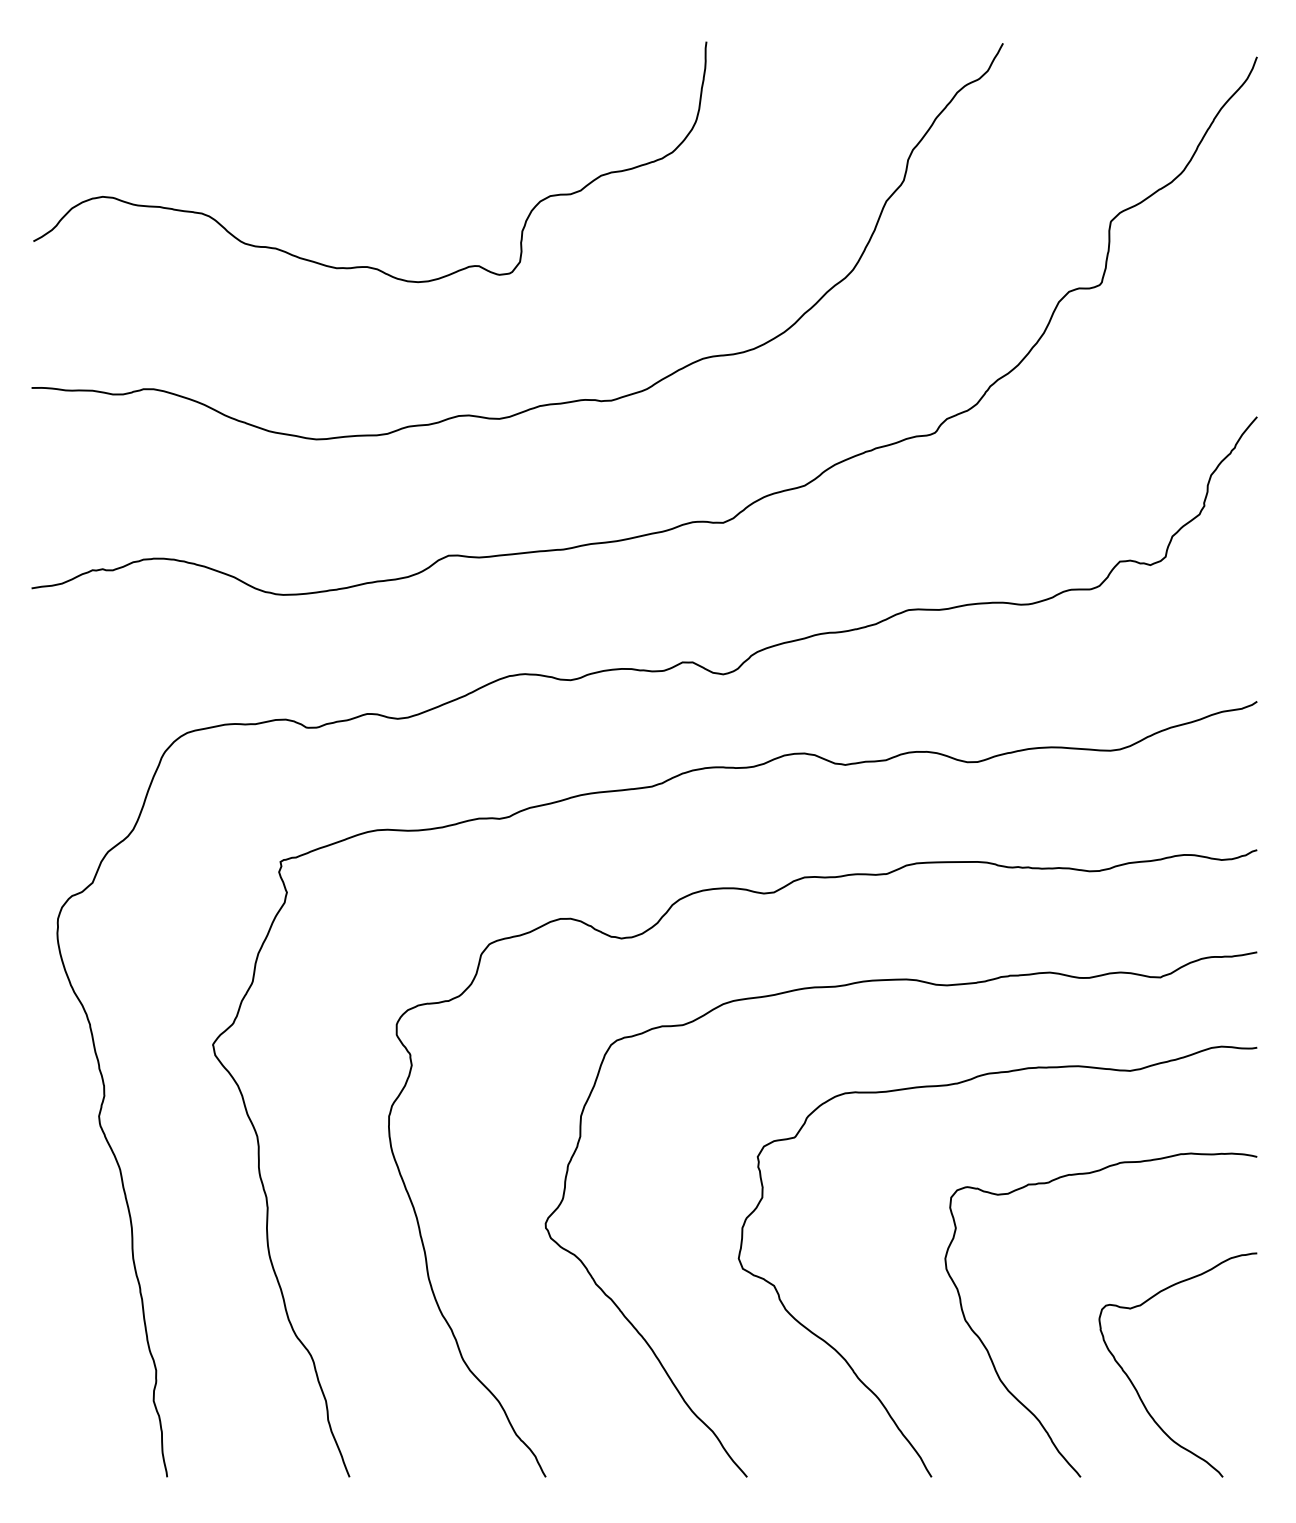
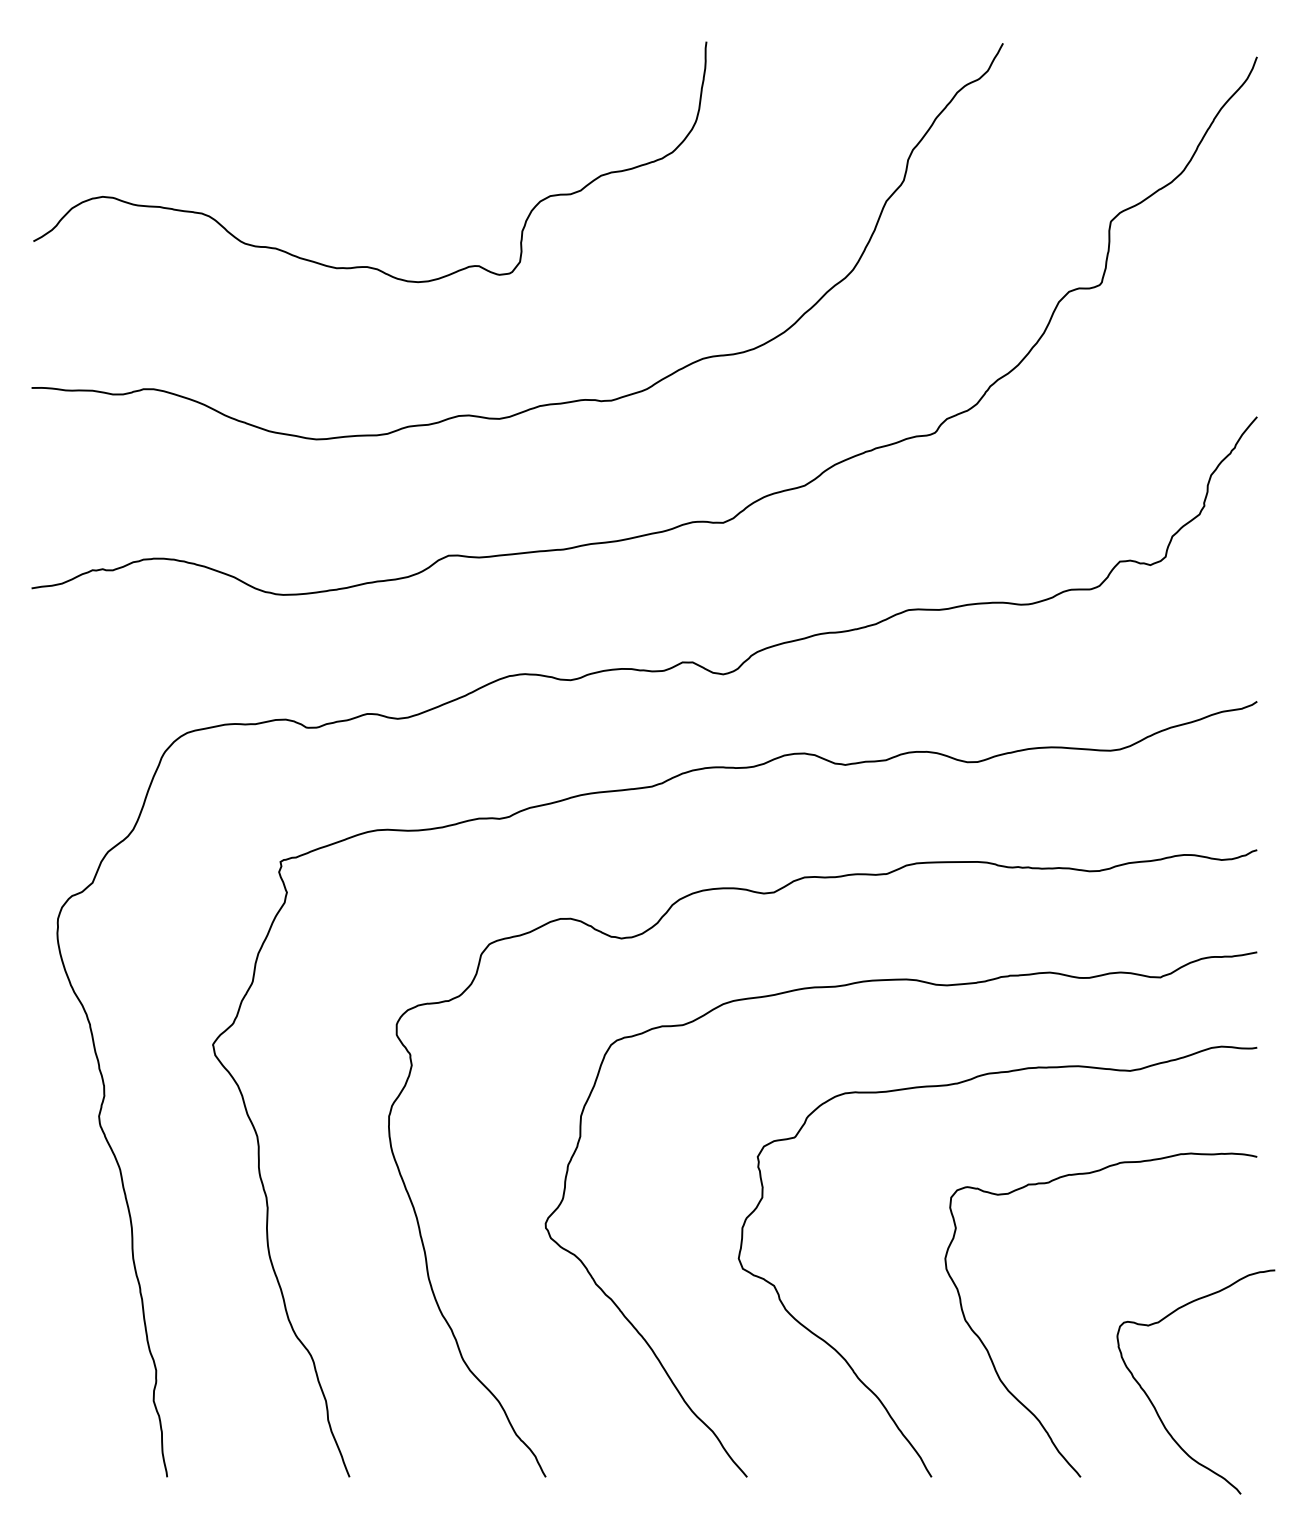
curve at (1135, 1386) position: (1135, 1386) -> (1153, 1403)
